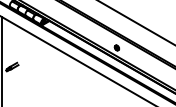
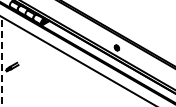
line at (136, 22): present -> none
line at (1, 61): solid -> dashed
